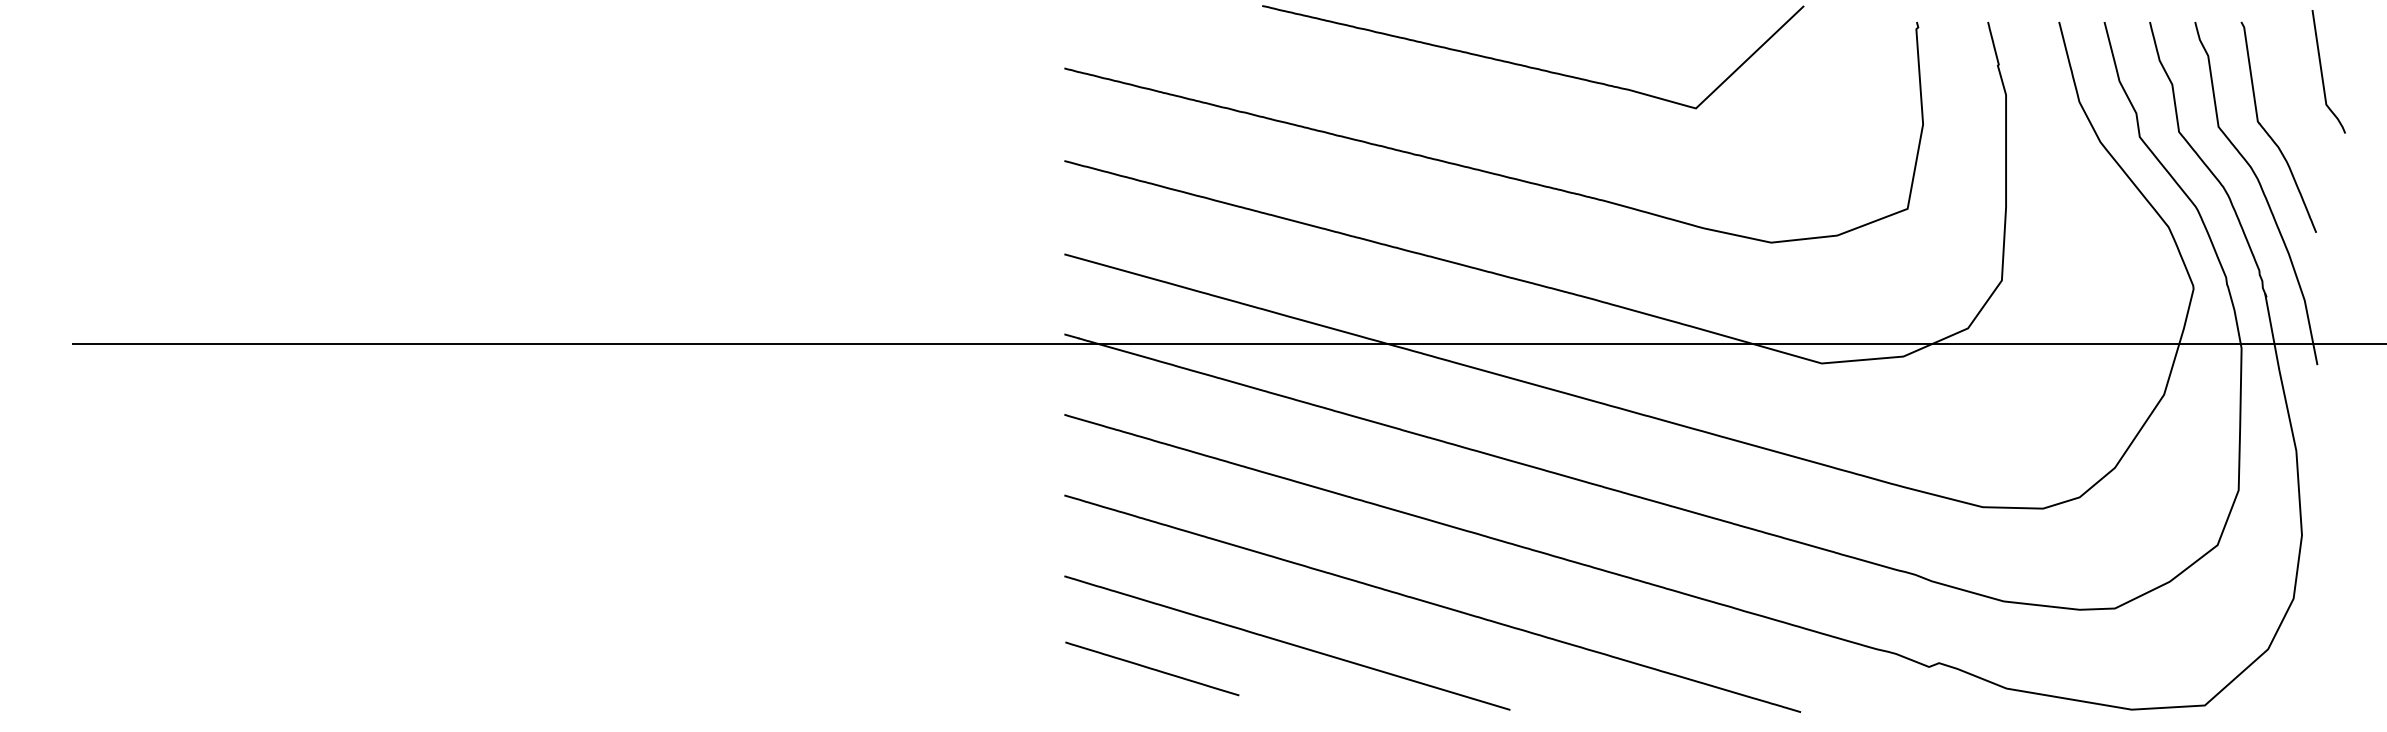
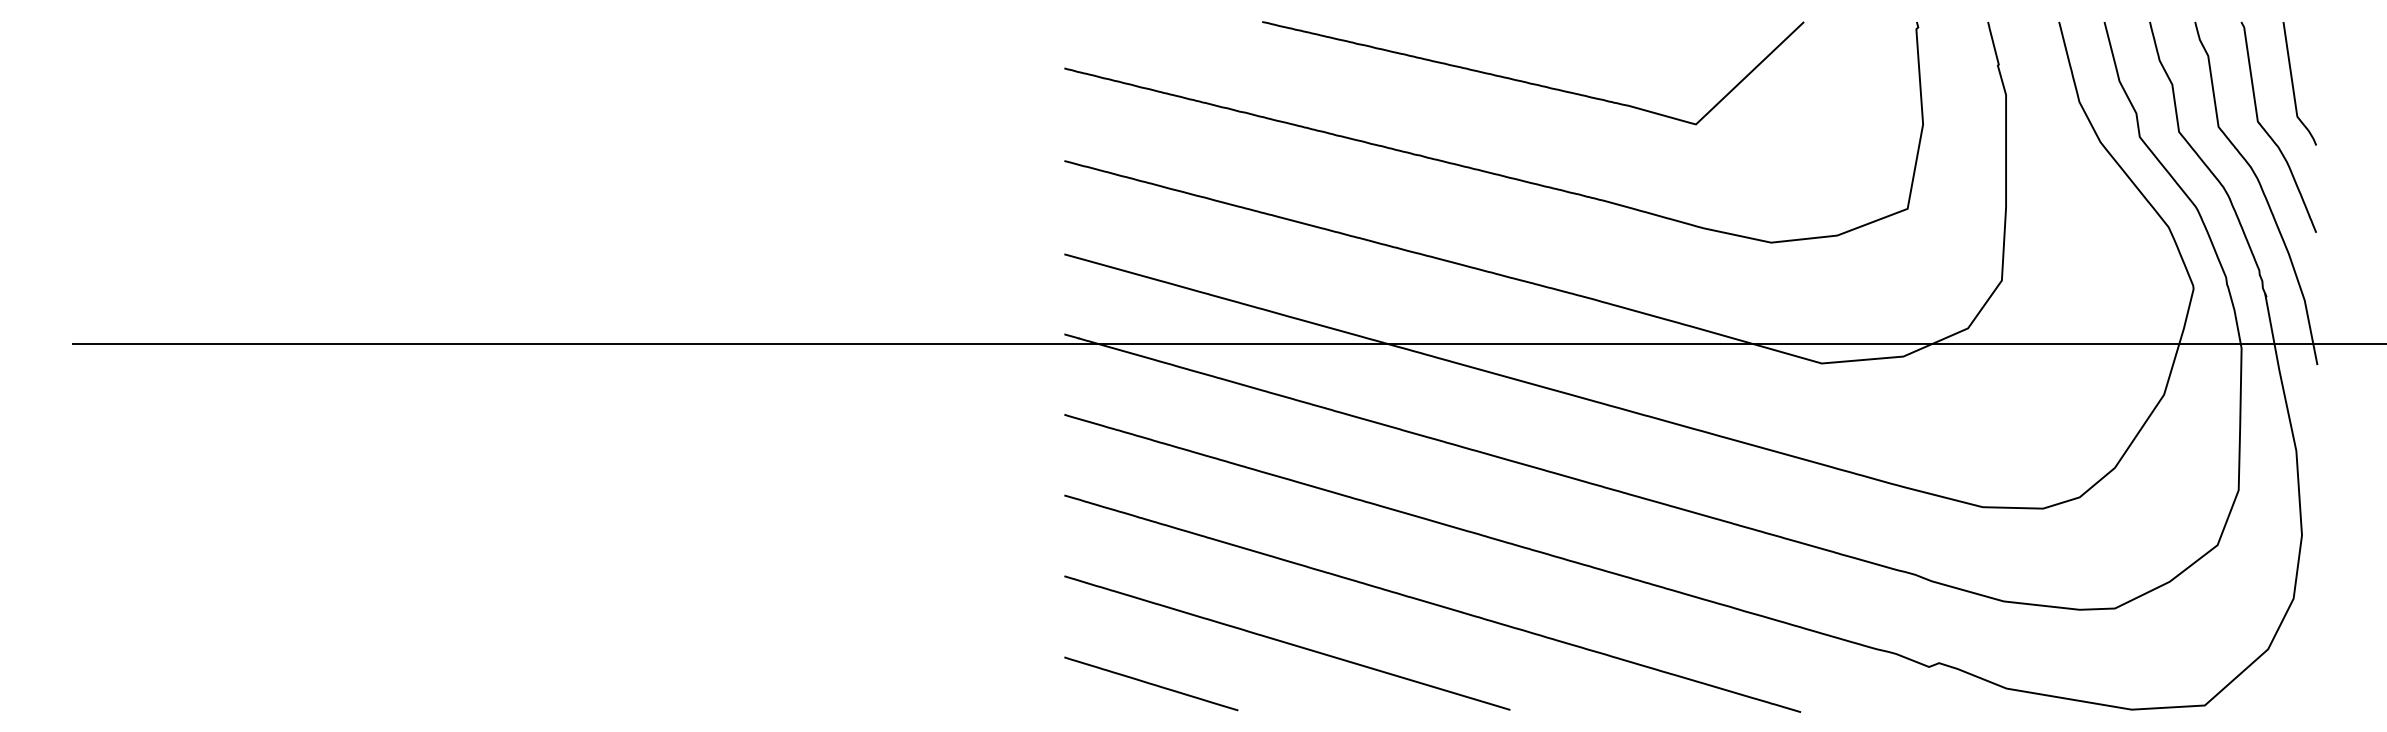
curve at (1531, 66) position: (1531, 66) -> (1531, 82)
curve at (2322, 71) position: (2322, 71) -> (2293, 83)
line at (1152, 668) position: (1152, 668) -> (1151, 683)
